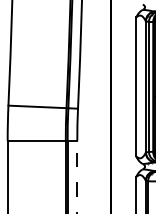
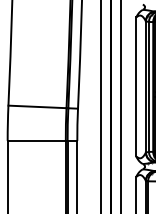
line at (101, 106): none -> present
line at (120, 106): none -> present
line at (77, 176): dashed -> solid
